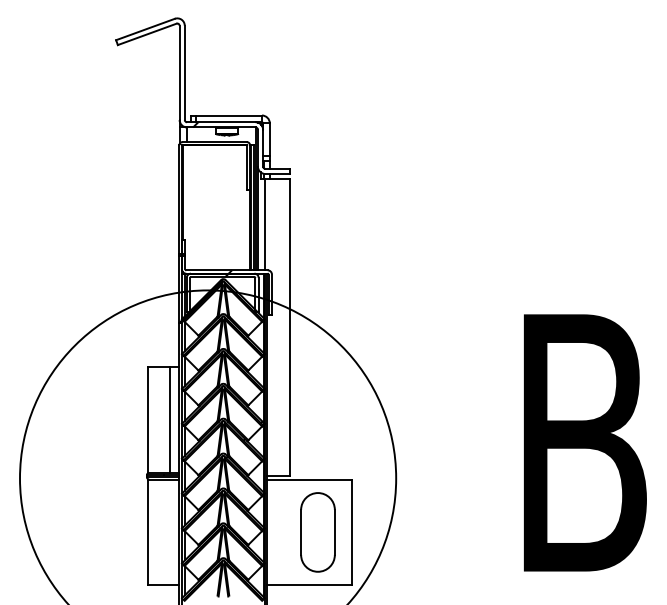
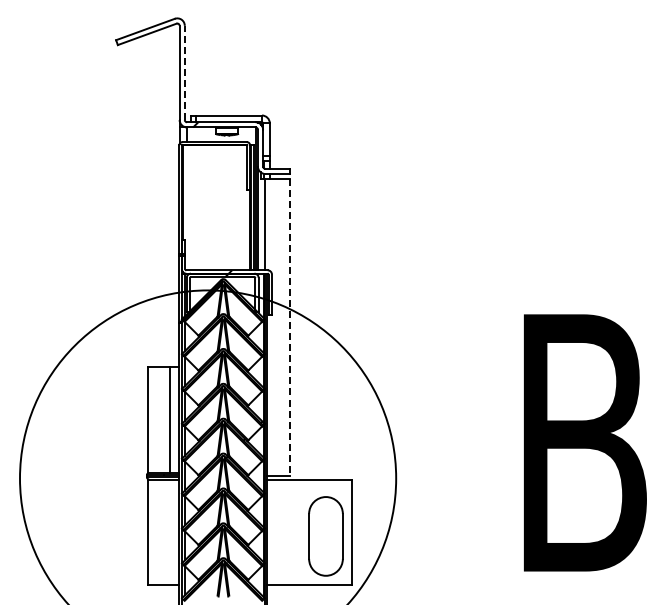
line at (184, 72): solid -> dashed
line at (289, 327): solid -> dashed
part at (317, 532) position: (317, 532) -> (325, 536)
